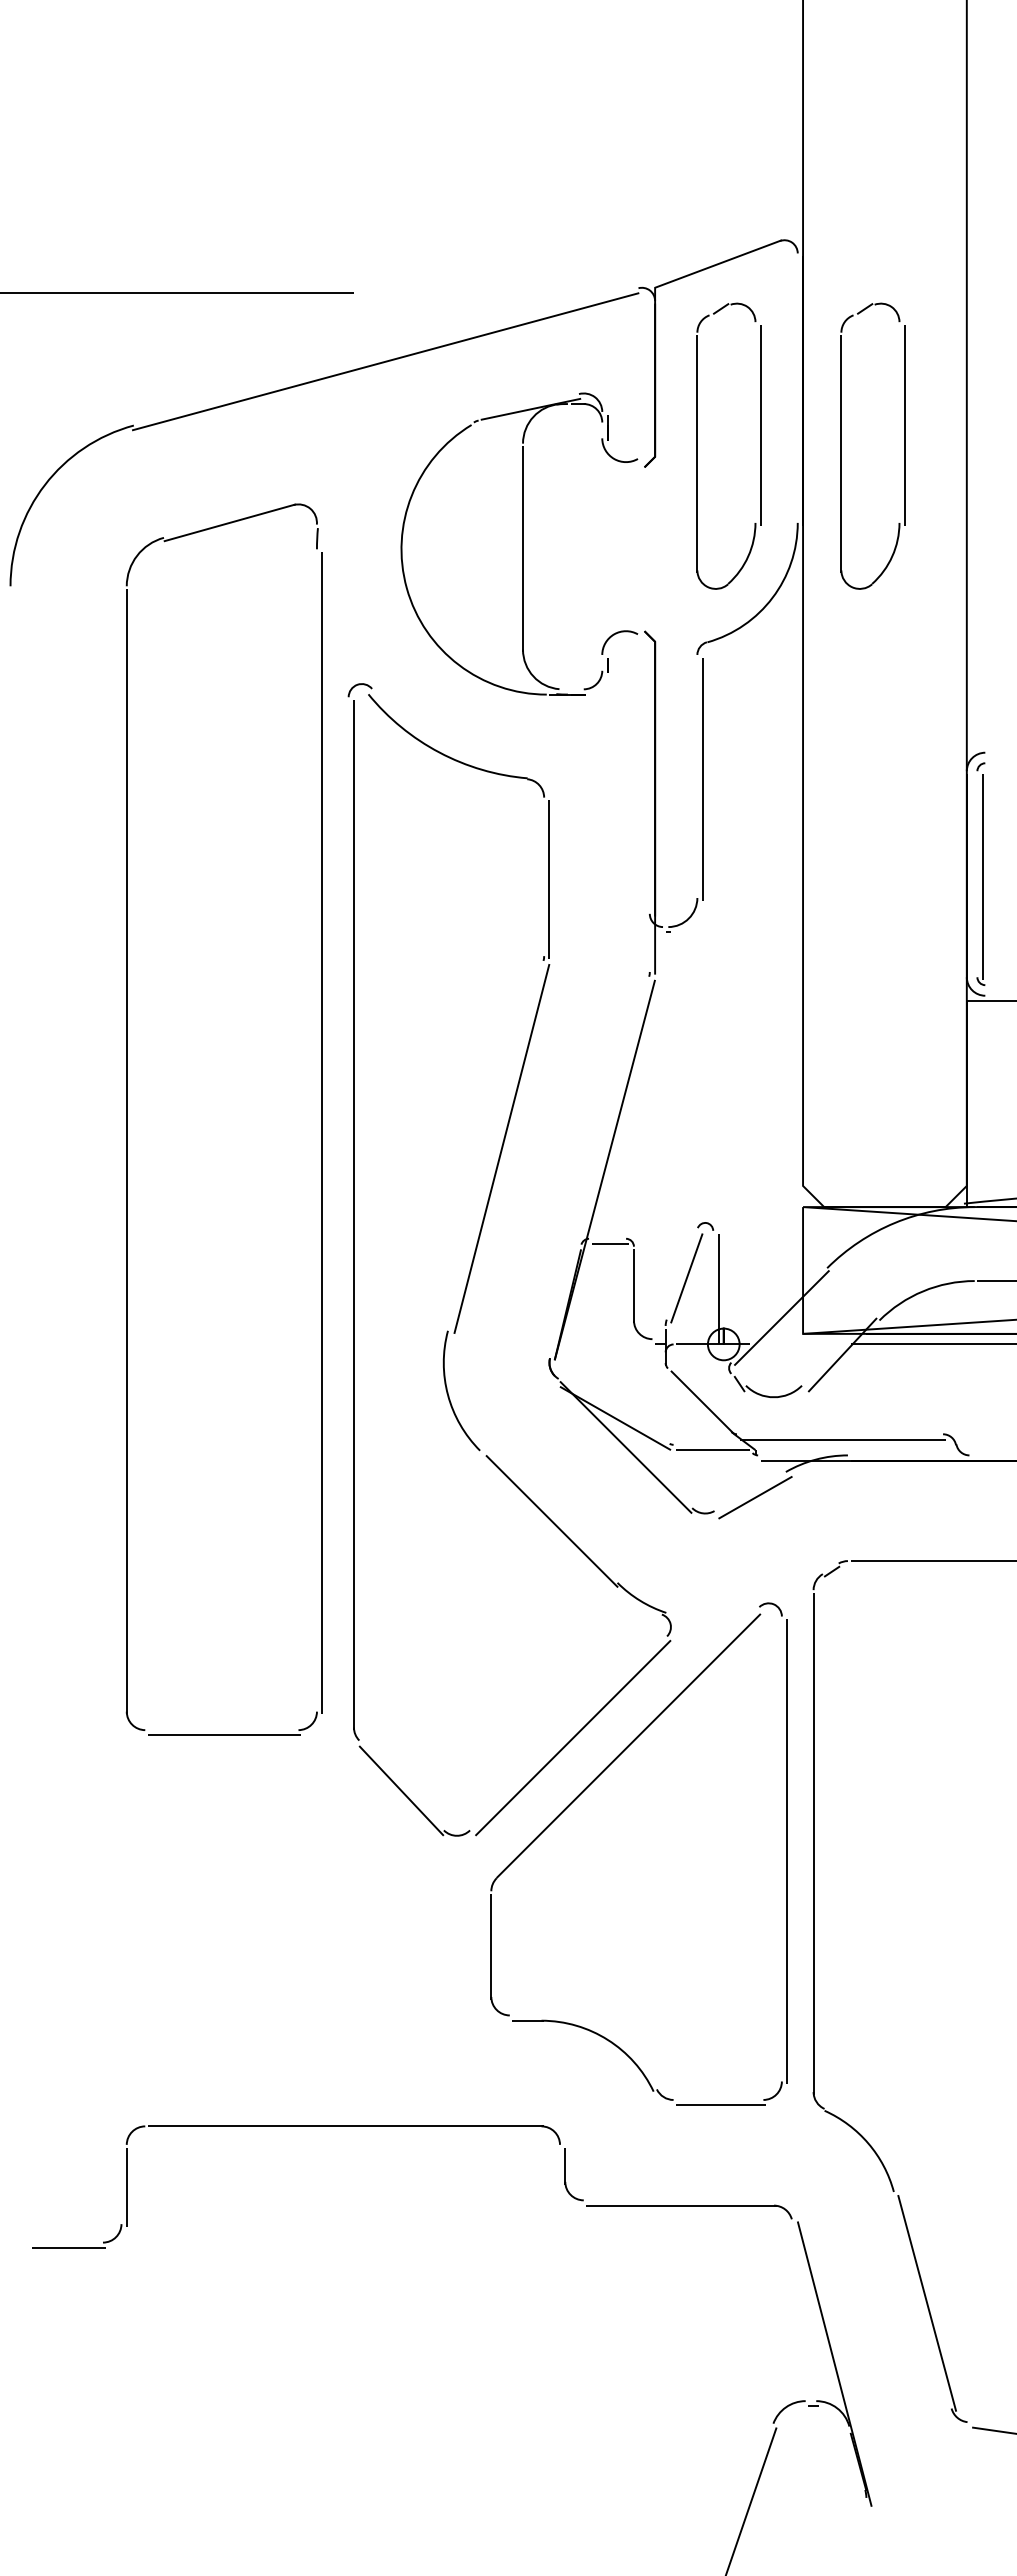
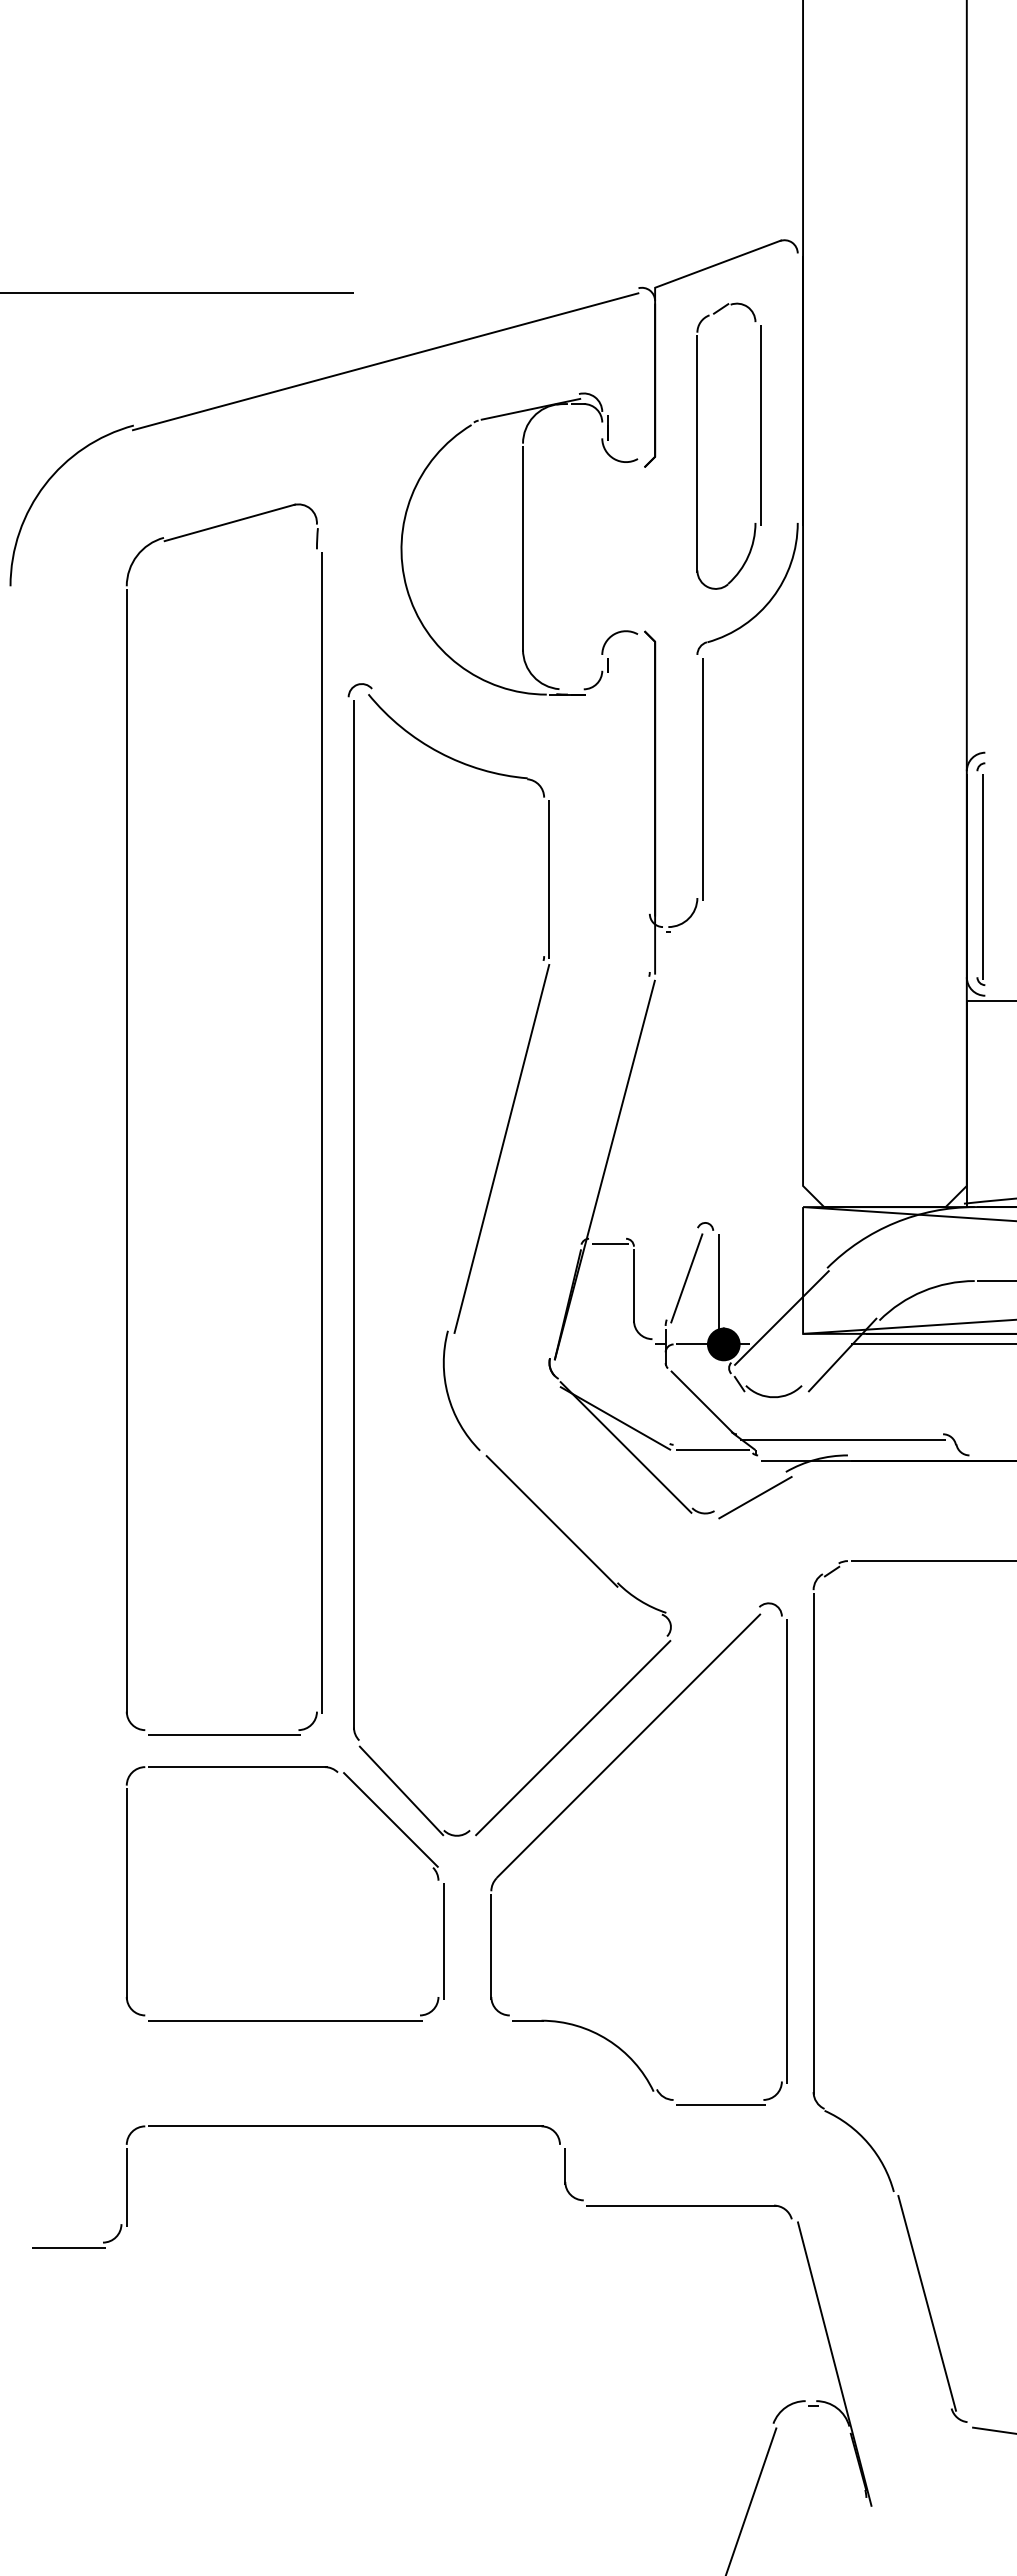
part at (841, 445): present -> none
fill at (723, 1344): none -> present
part at (284, 1767): none -> present
